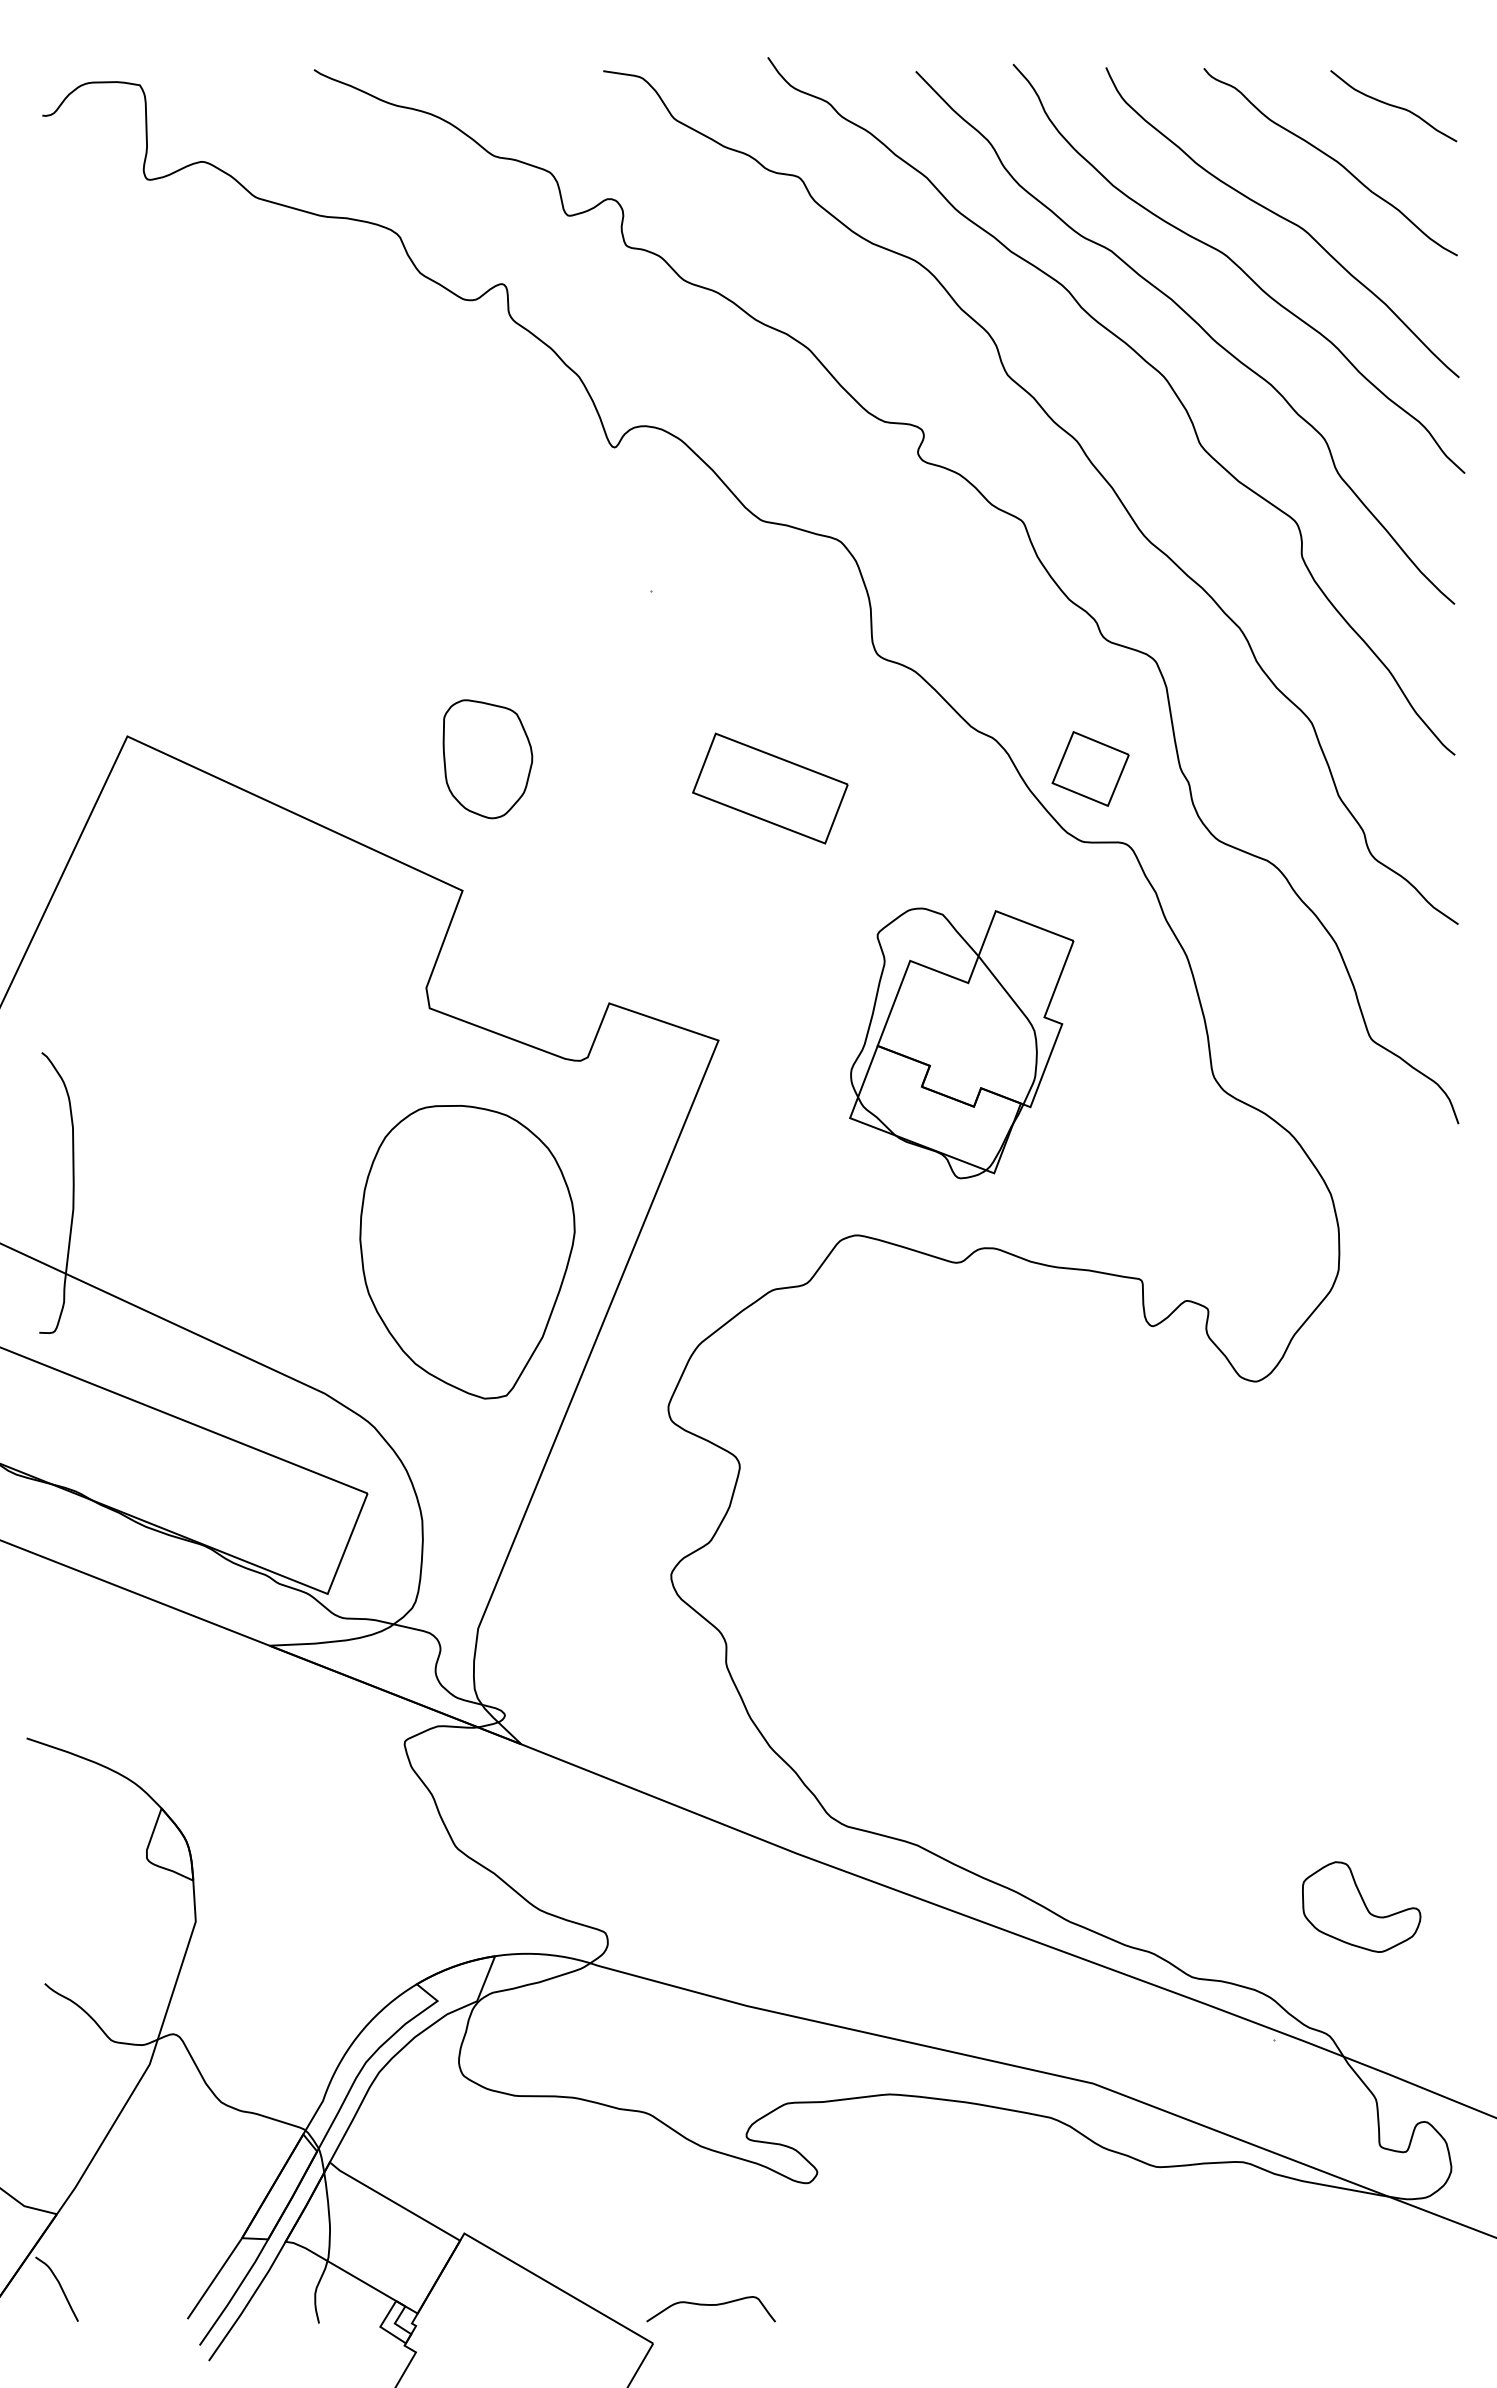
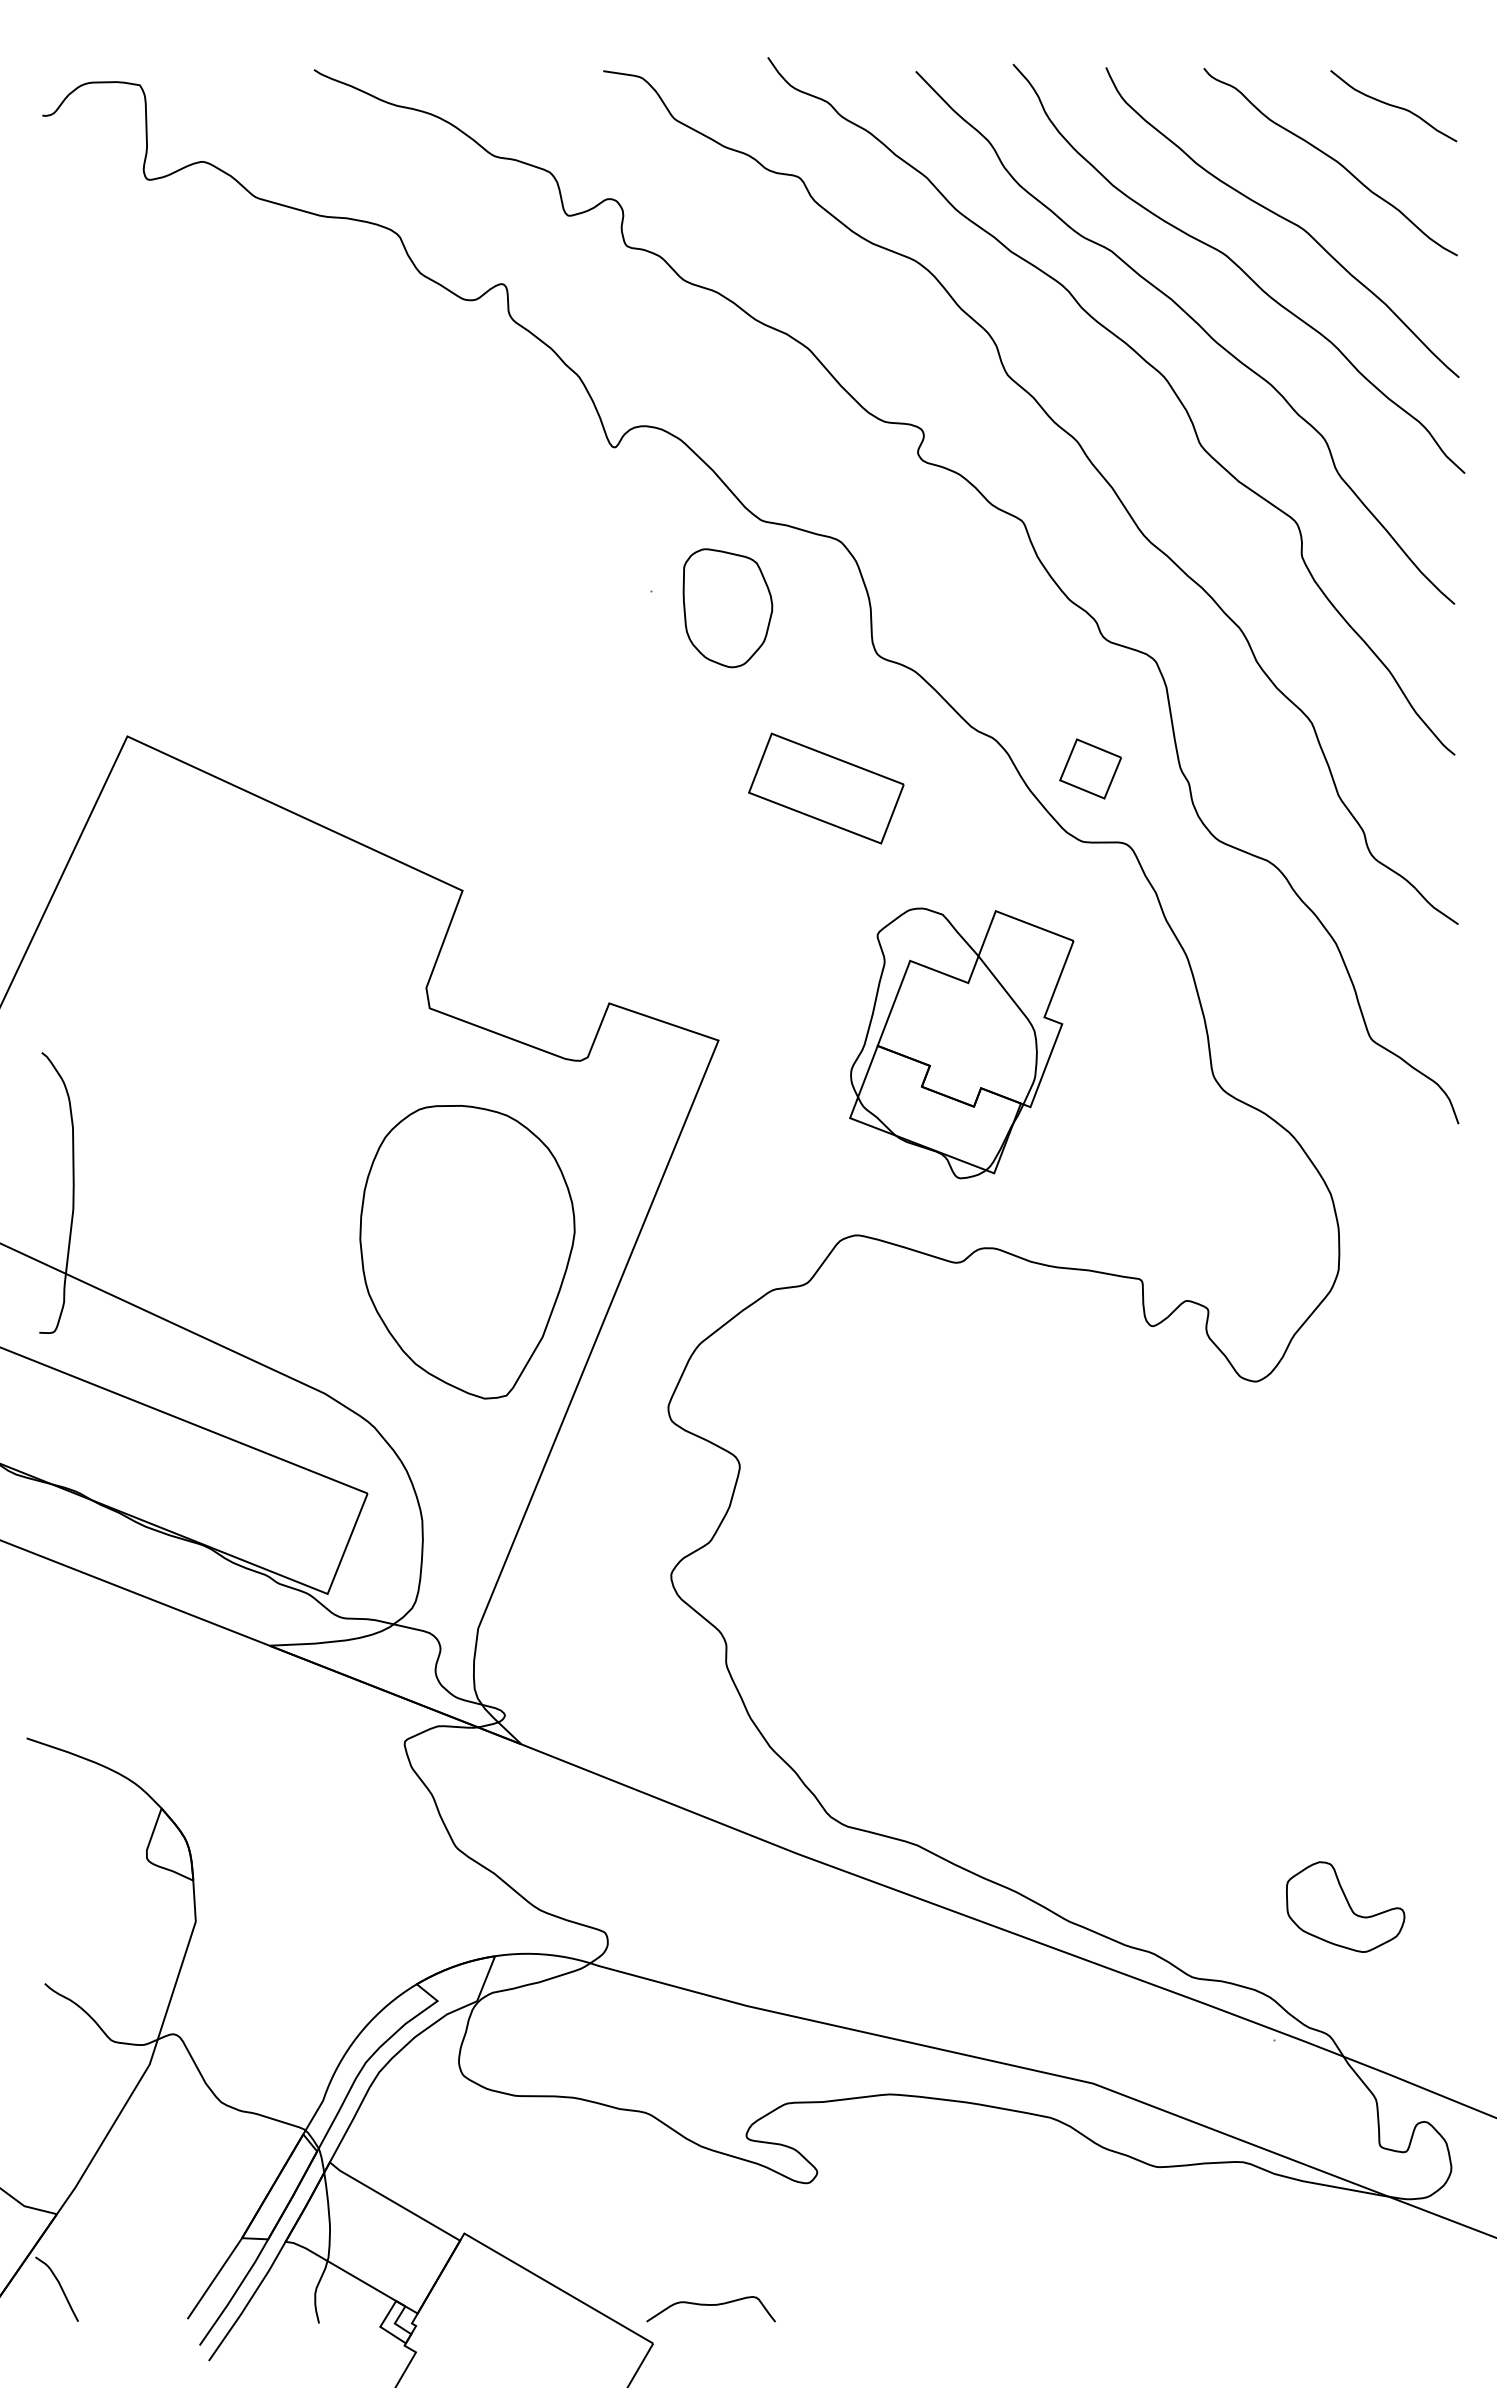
part at (487, 759) position: (487, 759) -> (727, 608)
part at (1090, 768) size: 79x76 px -> 63x62 px
part at (770, 788) position: (770, 788) -> (826, 788)
part at (1361, 1906) position: (1361, 1906) -> (1345, 1906)
